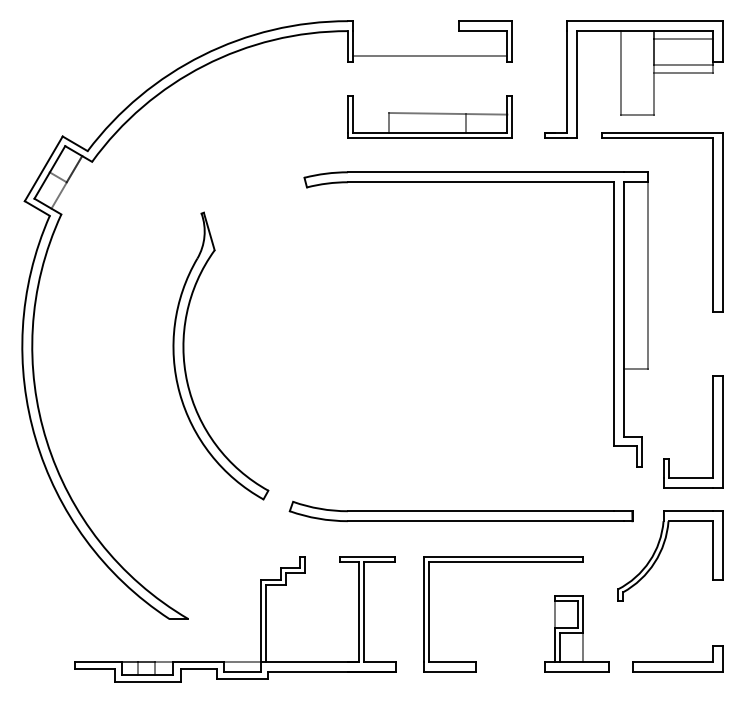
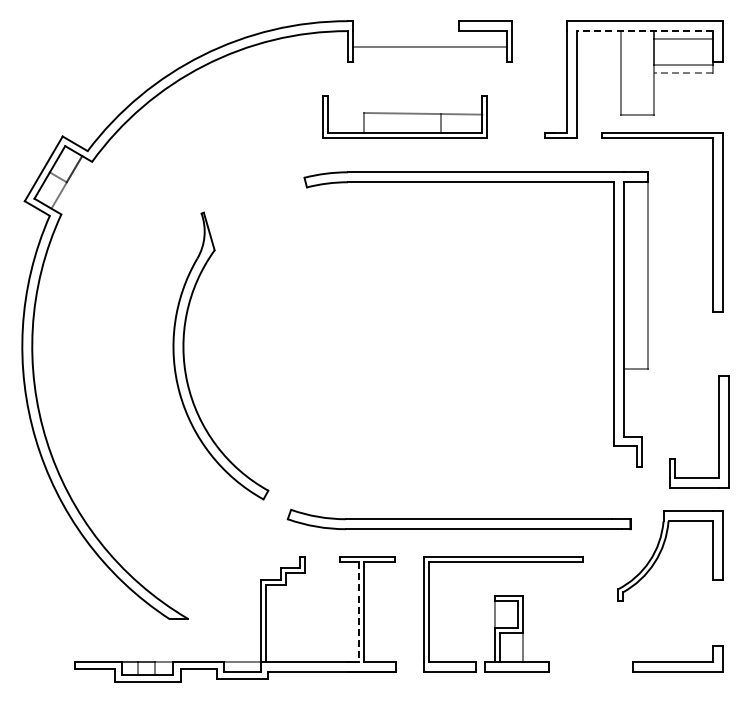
line at (644, 31): solid -> dashed
line at (429, 56) position: (429, 56) -> (429, 47)
line at (682, 72): solid -> dashed
part at (429, 116) position: (429, 116) -> (404, 116)
part at (712, 431) position: (712, 431) -> (718, 431)
part at (460, 511) position: (460, 511) -> (458, 519)
line at (359, 612): solid -> dashed
part at (576, 633) position: (576, 633) -> (516, 633)
